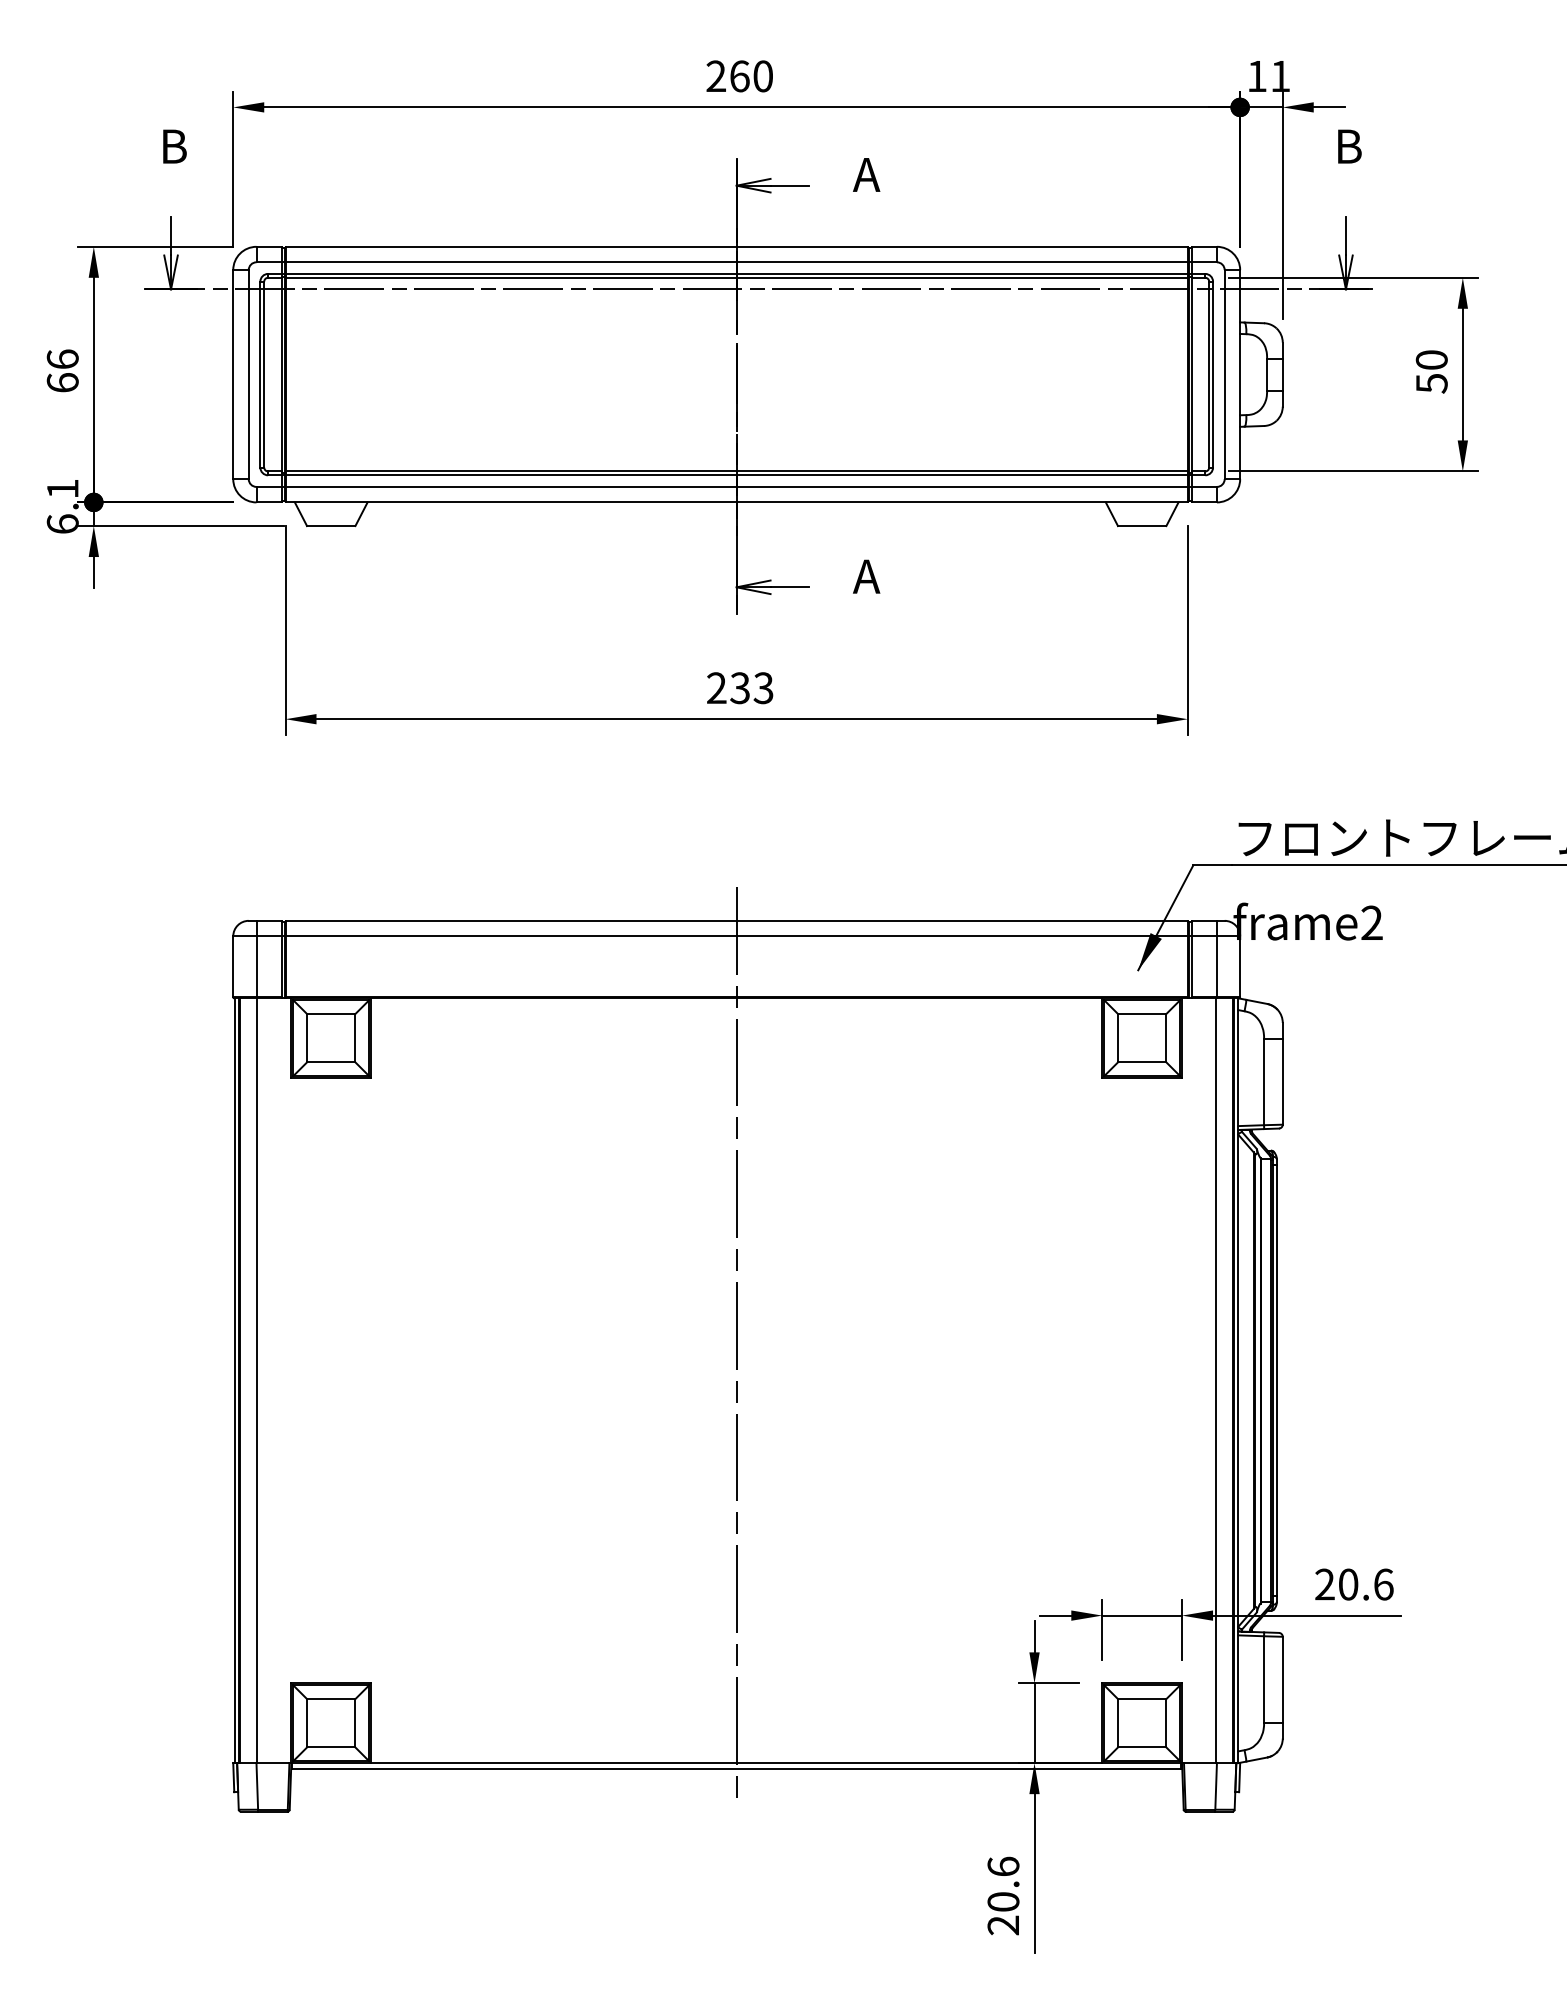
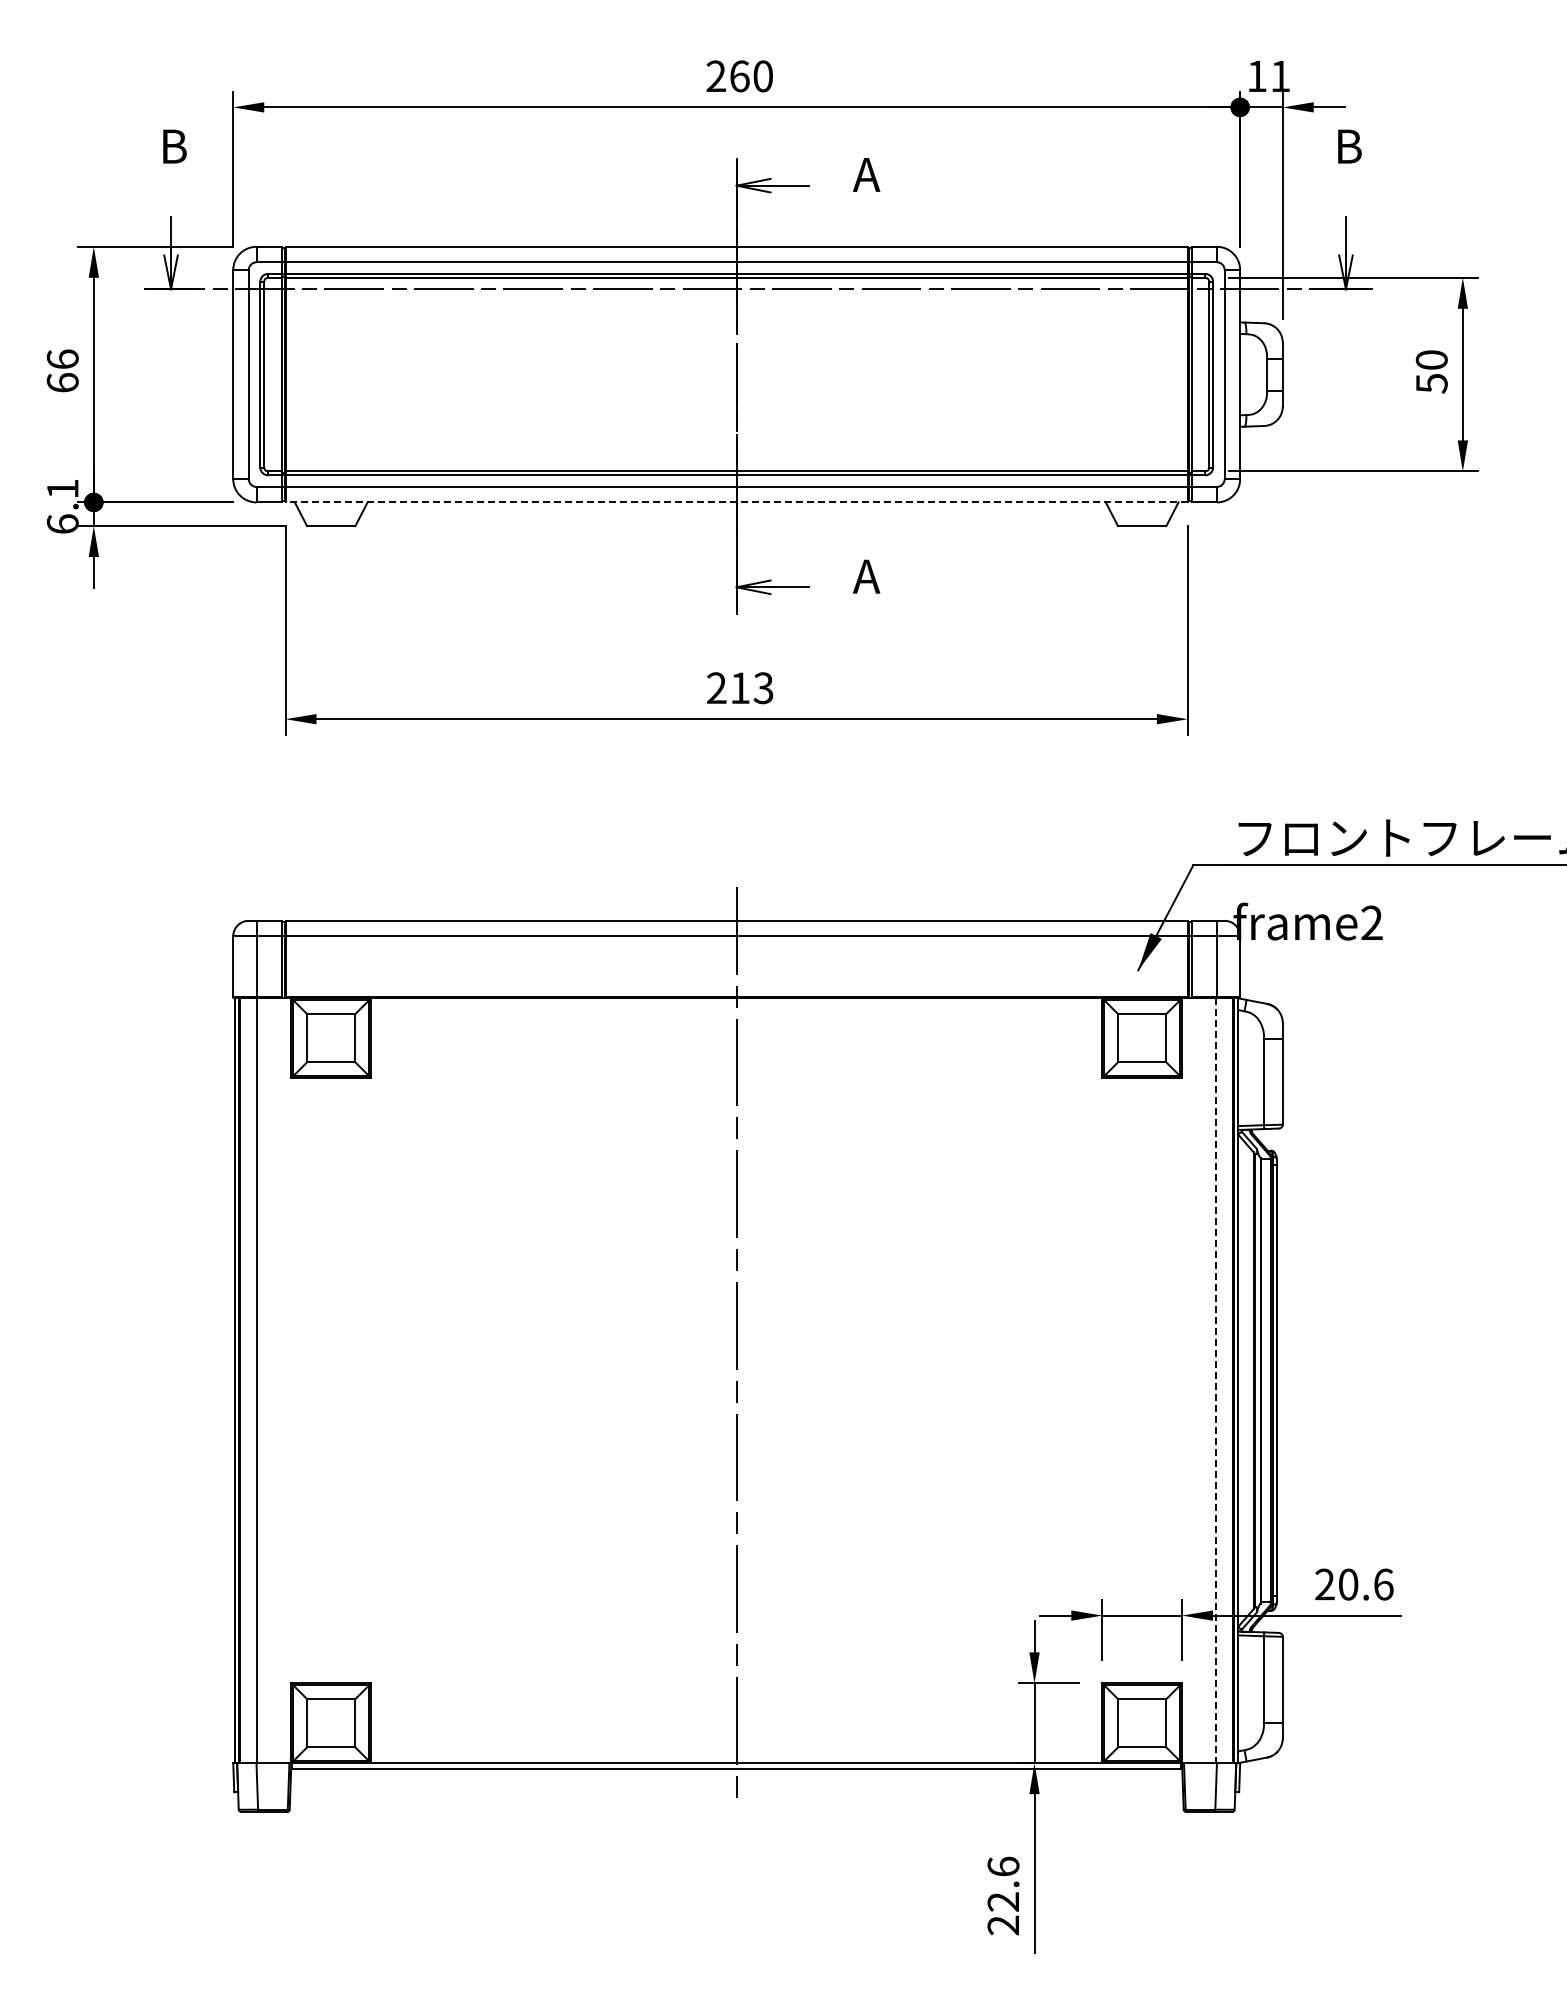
line at (736, 502): solid -> dashed
text at (739, 688): 233 -> 213
line at (1215, 1381): solid -> dashed
text at (1003, 1901): 20.6 -> 22.6
